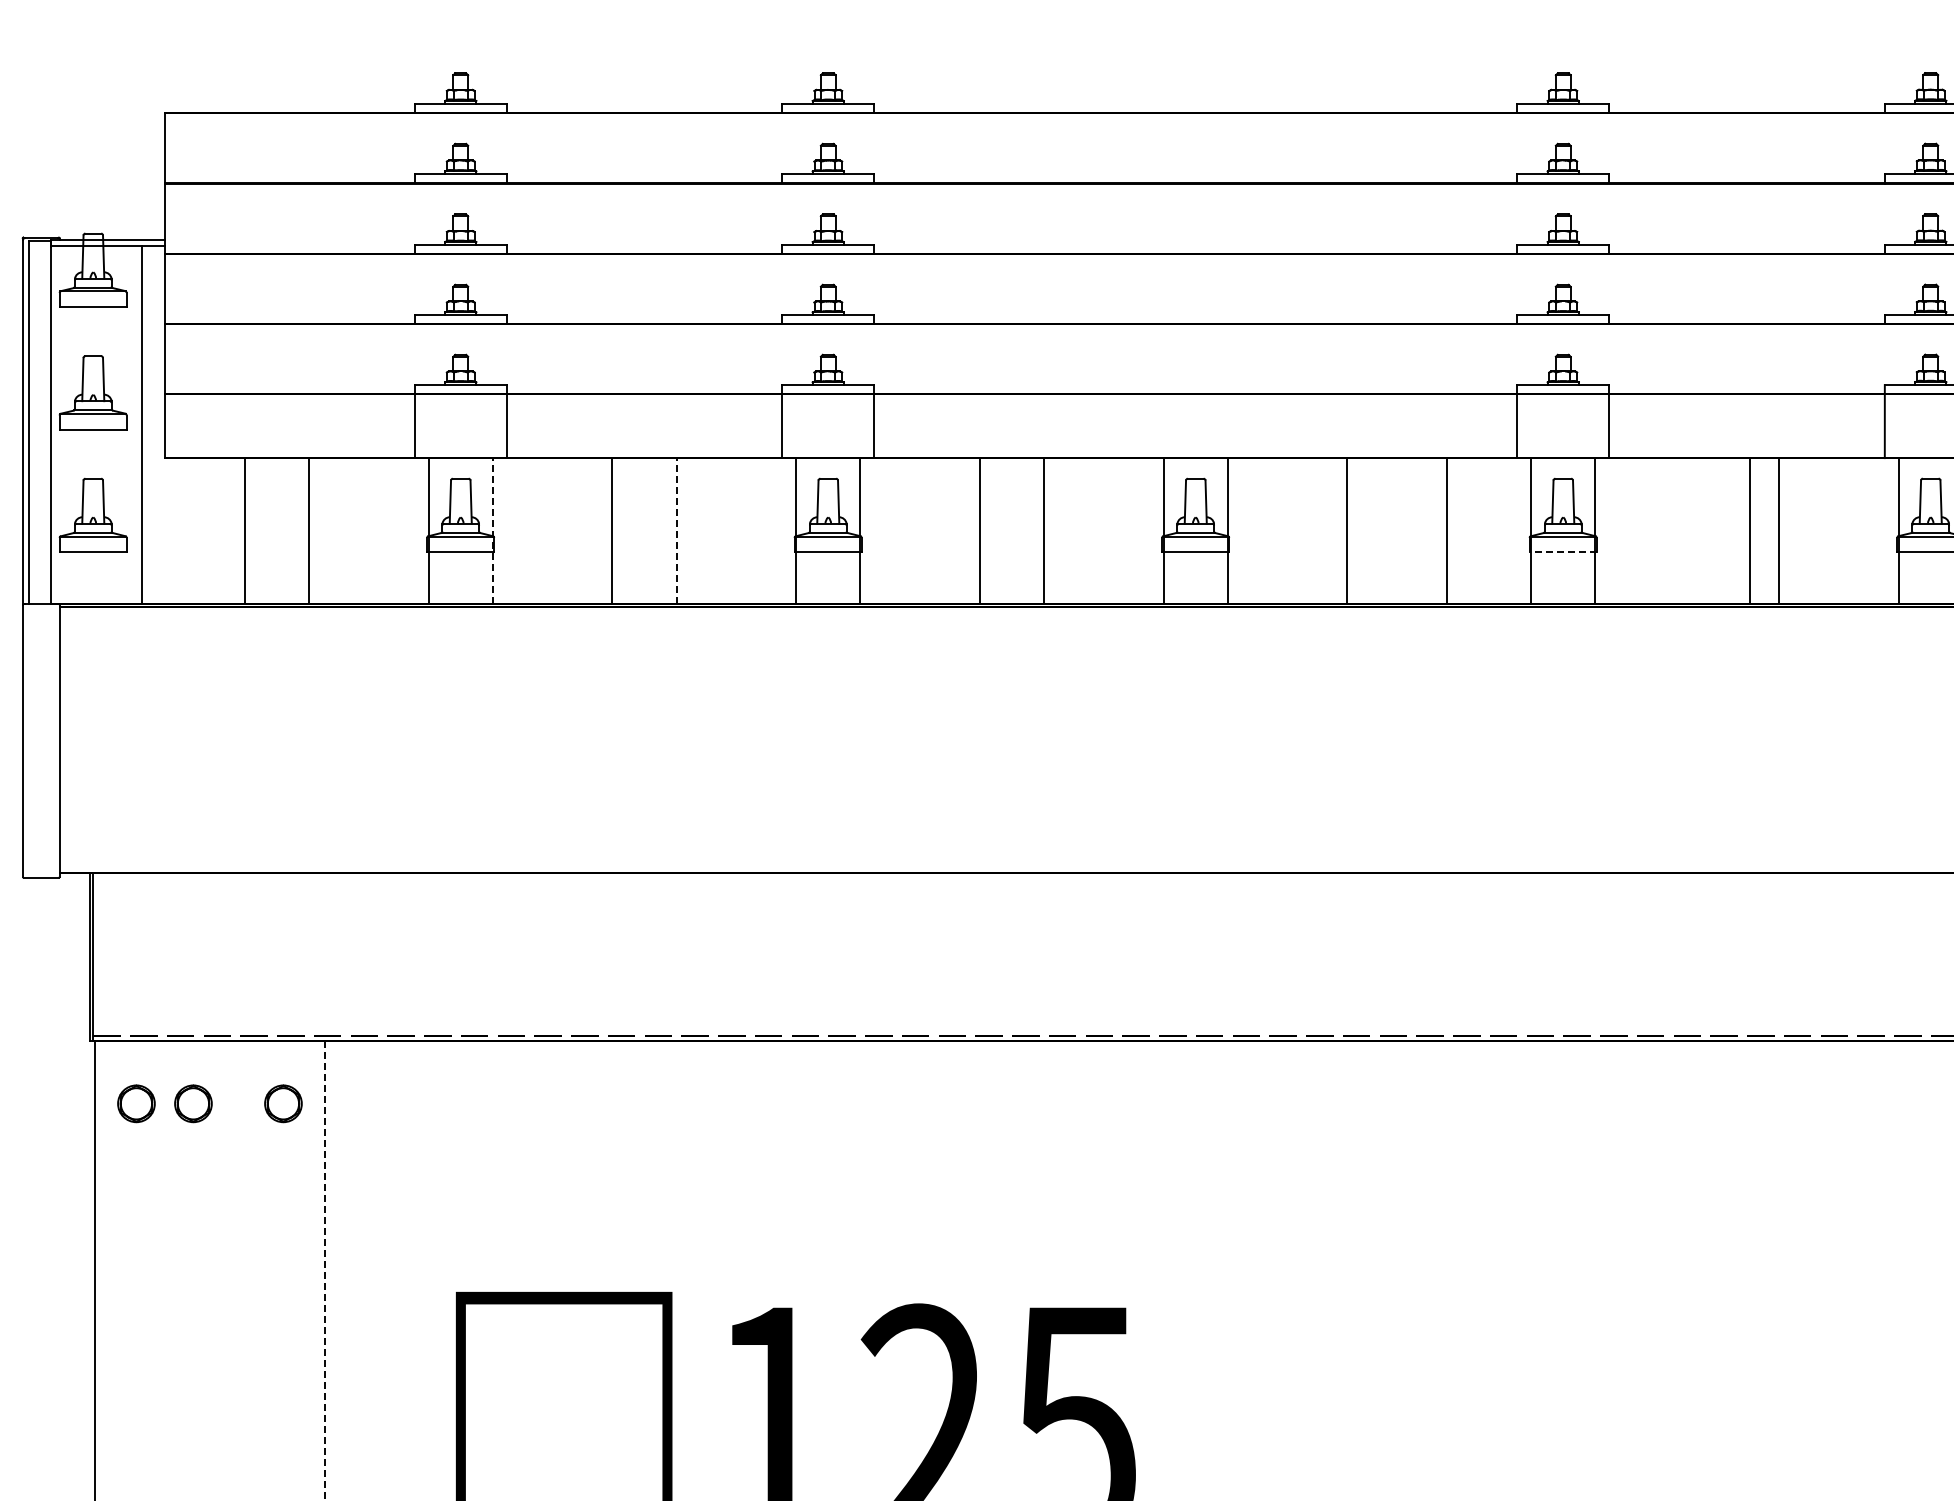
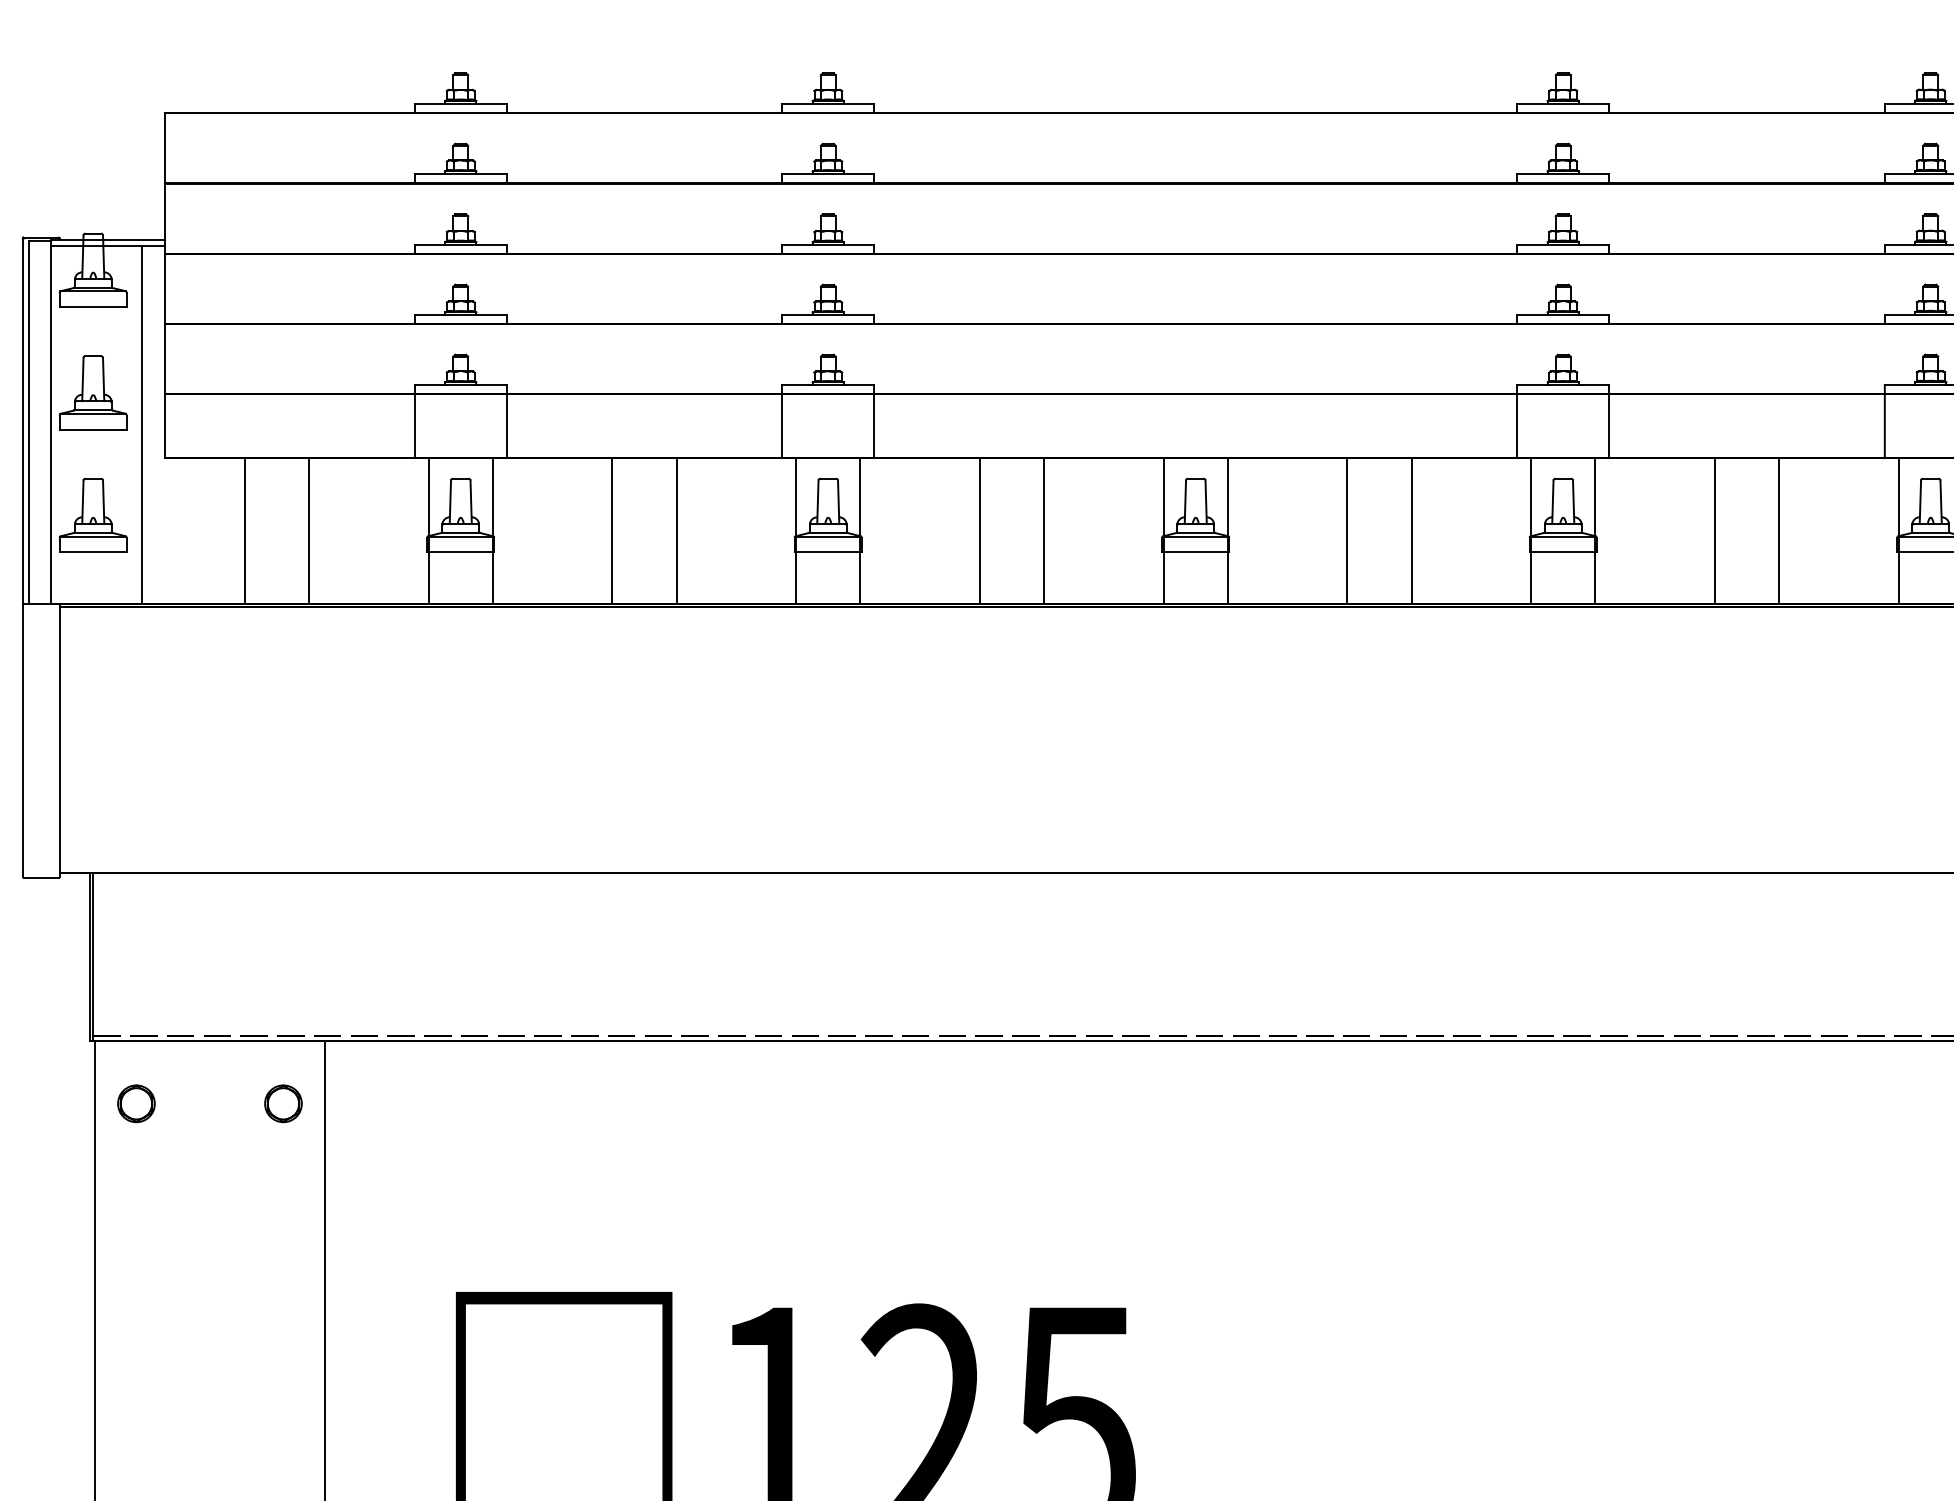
line at (492, 530): dashed -> solid
line at (676, 530): dashed -> solid
line at (1446, 530) position: (1446, 530) -> (1411, 530)
line at (1749, 530) position: (1749, 530) -> (1714, 530)
line at (1563, 552): dashed -> solid
part at (193, 1103): present -> none
line at (324, 1271): dashed -> solid
